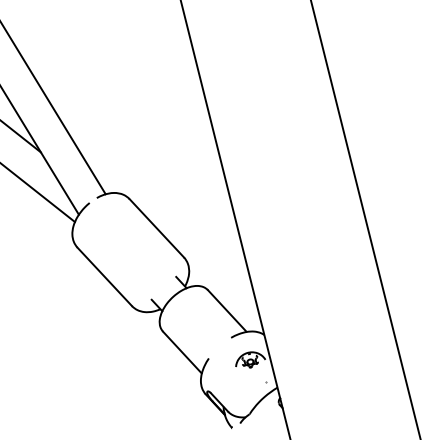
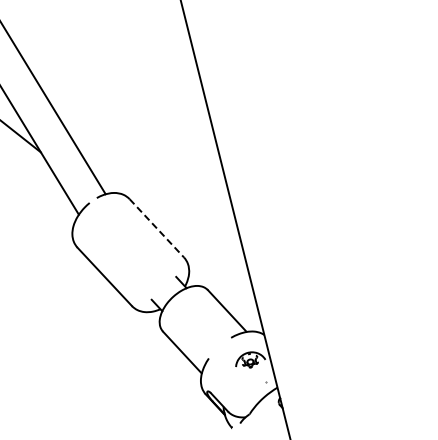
line at (38, 193): present -> none
line at (365, 219): present -> none
line at (156, 228): solid -> dashed
